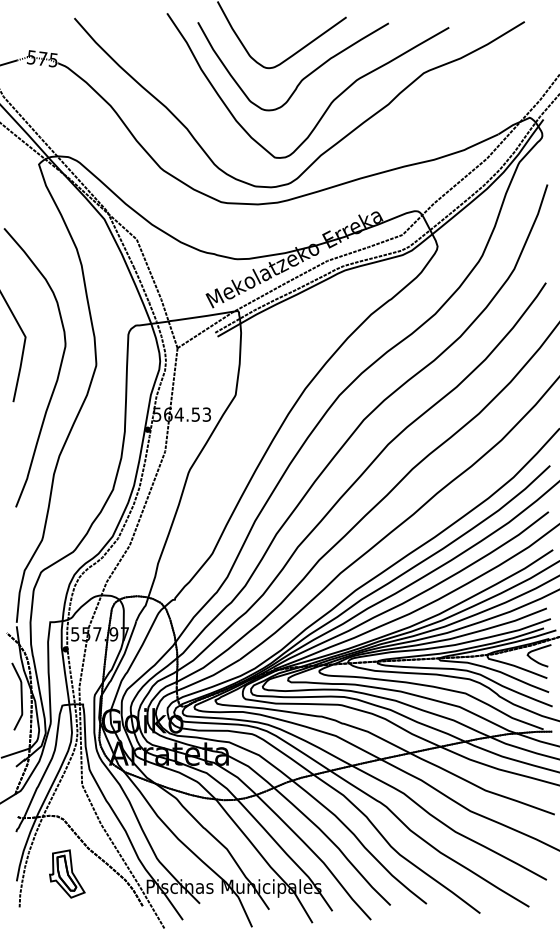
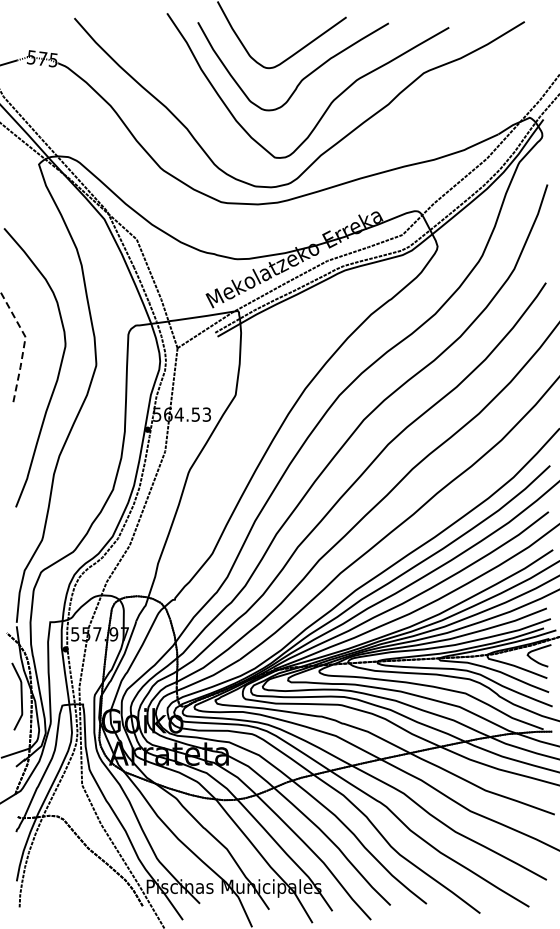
line at (24, 344): solid -> dashed
part at (67, 873): present -> none
